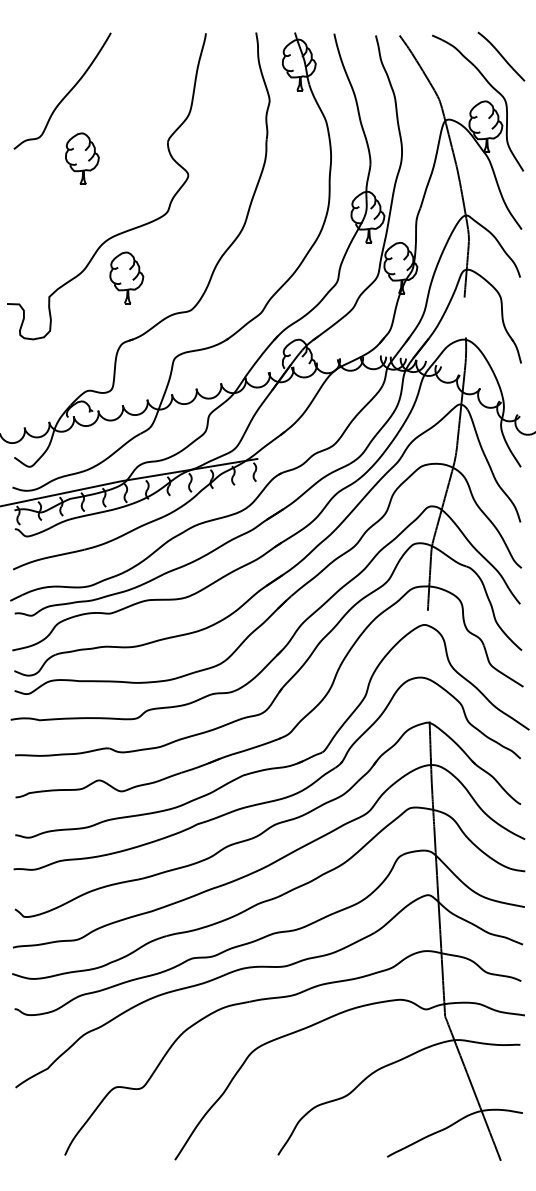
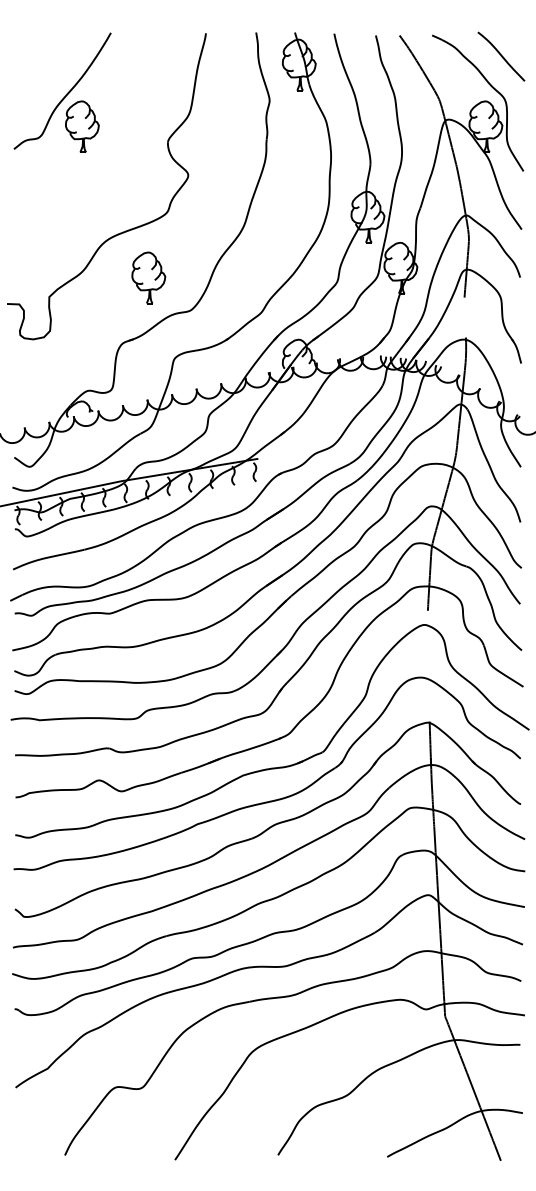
part at (82, 158) position: (82, 158) -> (82, 126)
part at (126, 277) position: (126, 277) -> (148, 277)
